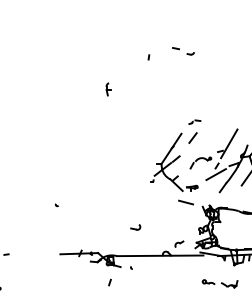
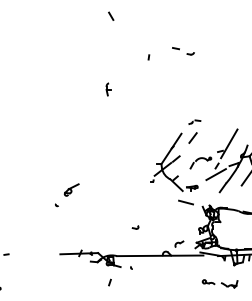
line at (111, 15): none -> present
part at (71, 189): none -> present
part at (135, 227) size: 12x7 px -> 9x5 px
